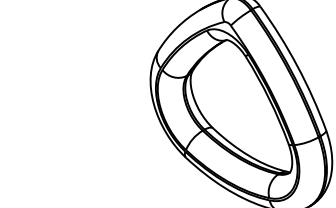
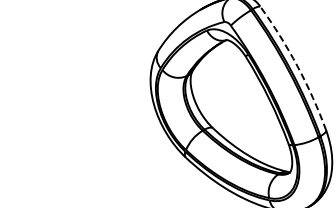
arc at (297, 66): solid -> dashed
